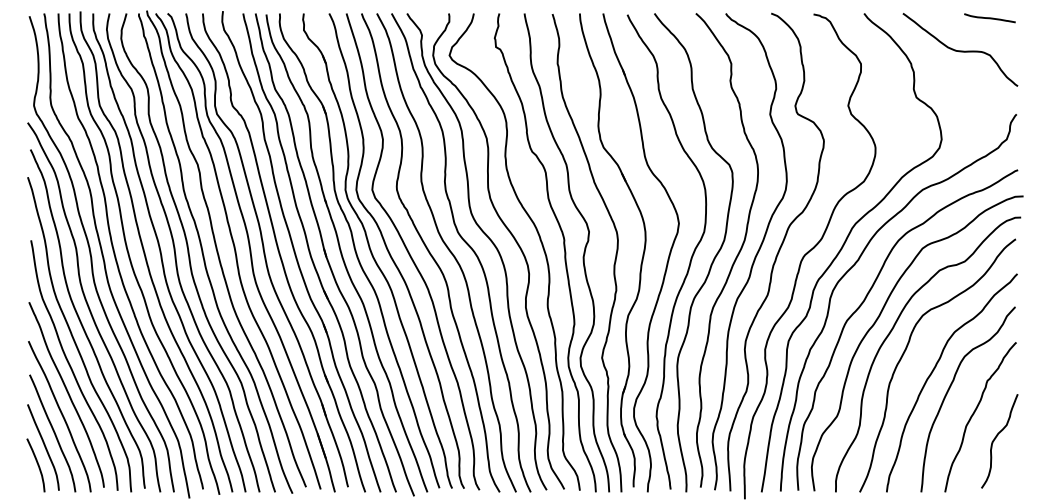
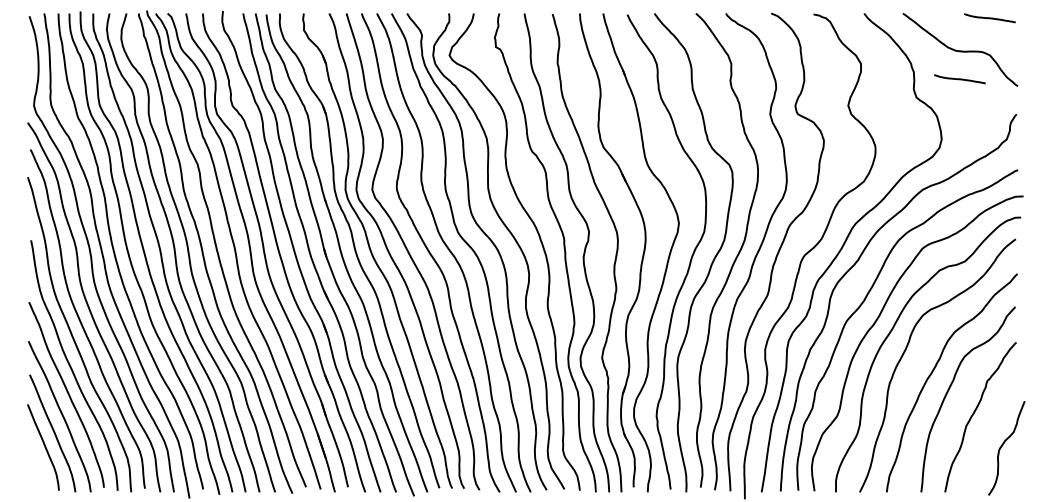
curve at (959, 79): none -> present
curve at (996, 438) position: (996, 438) -> (1003, 445)
curve at (37, 465): present -> none
